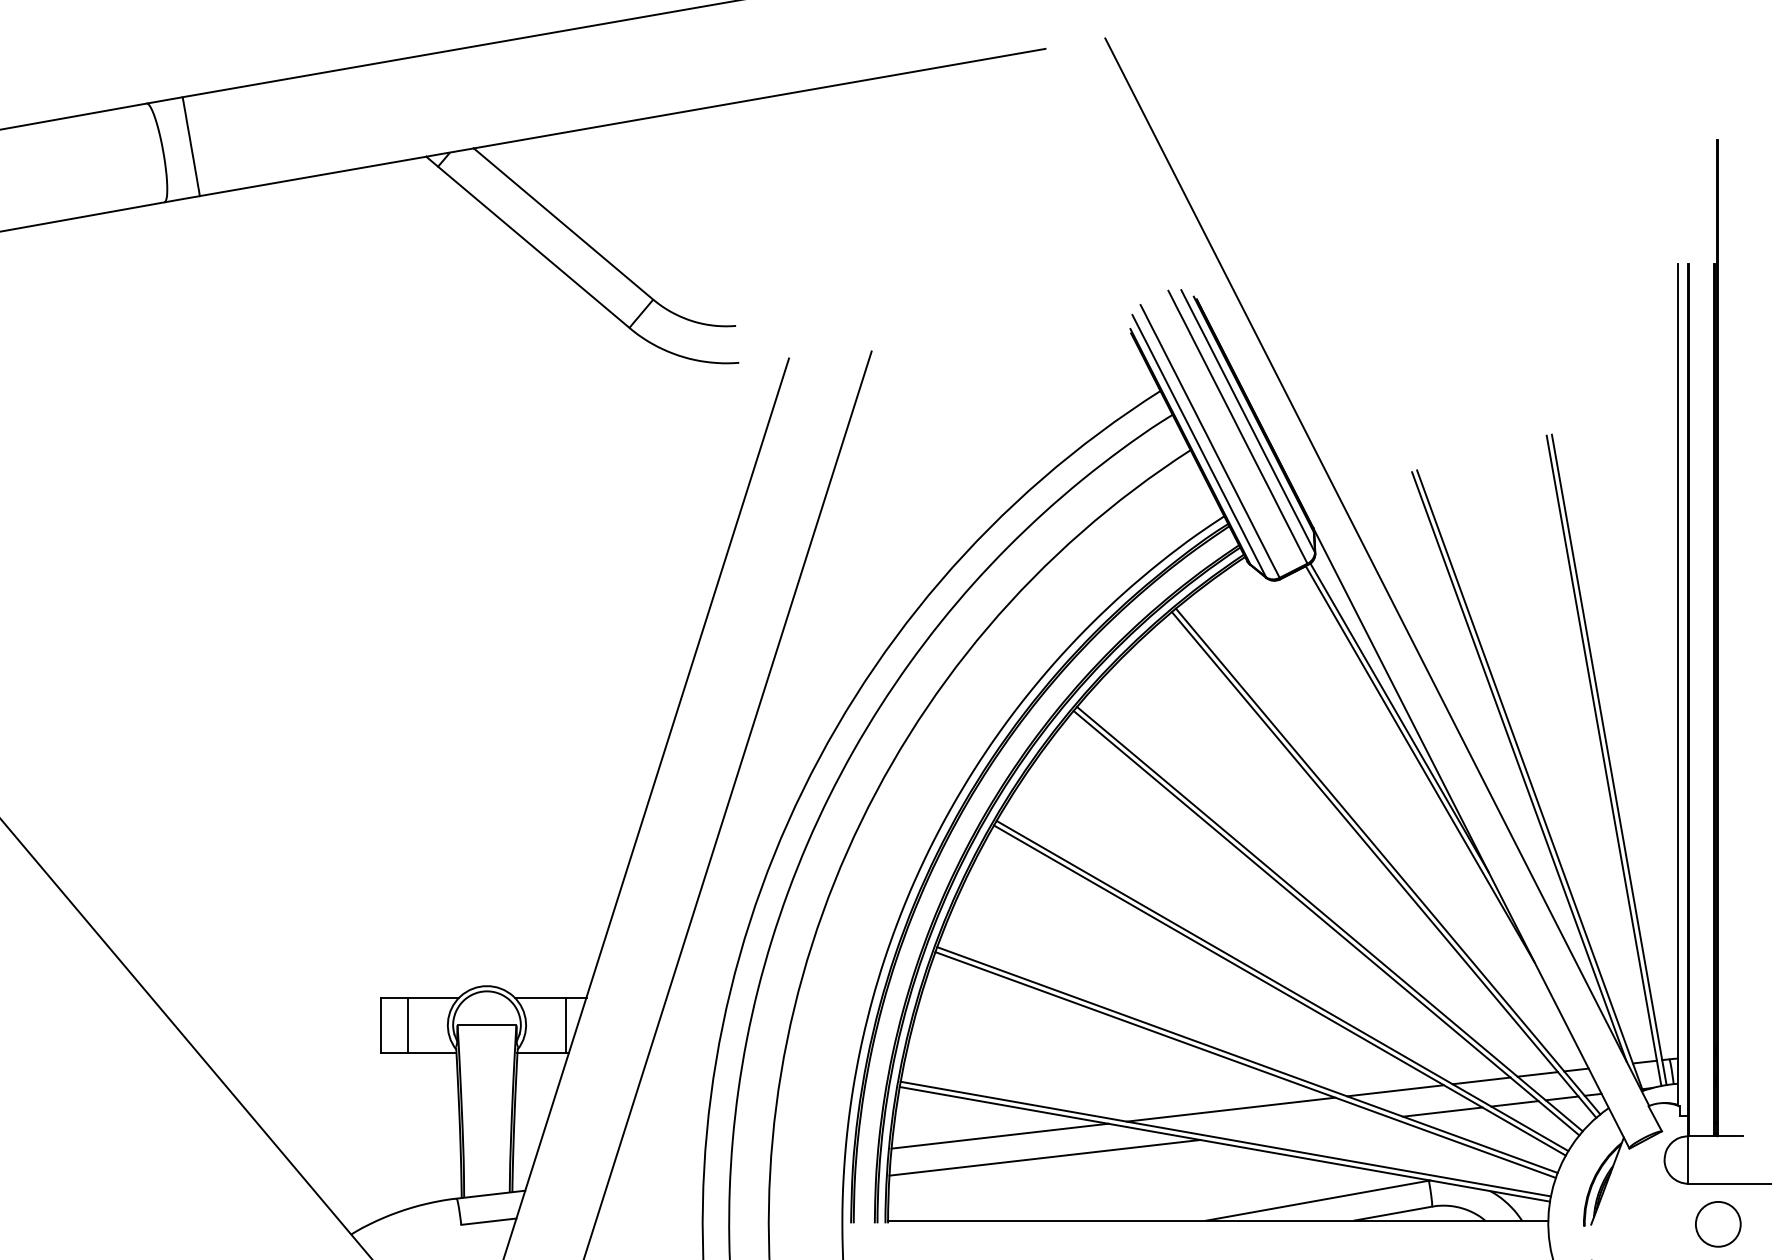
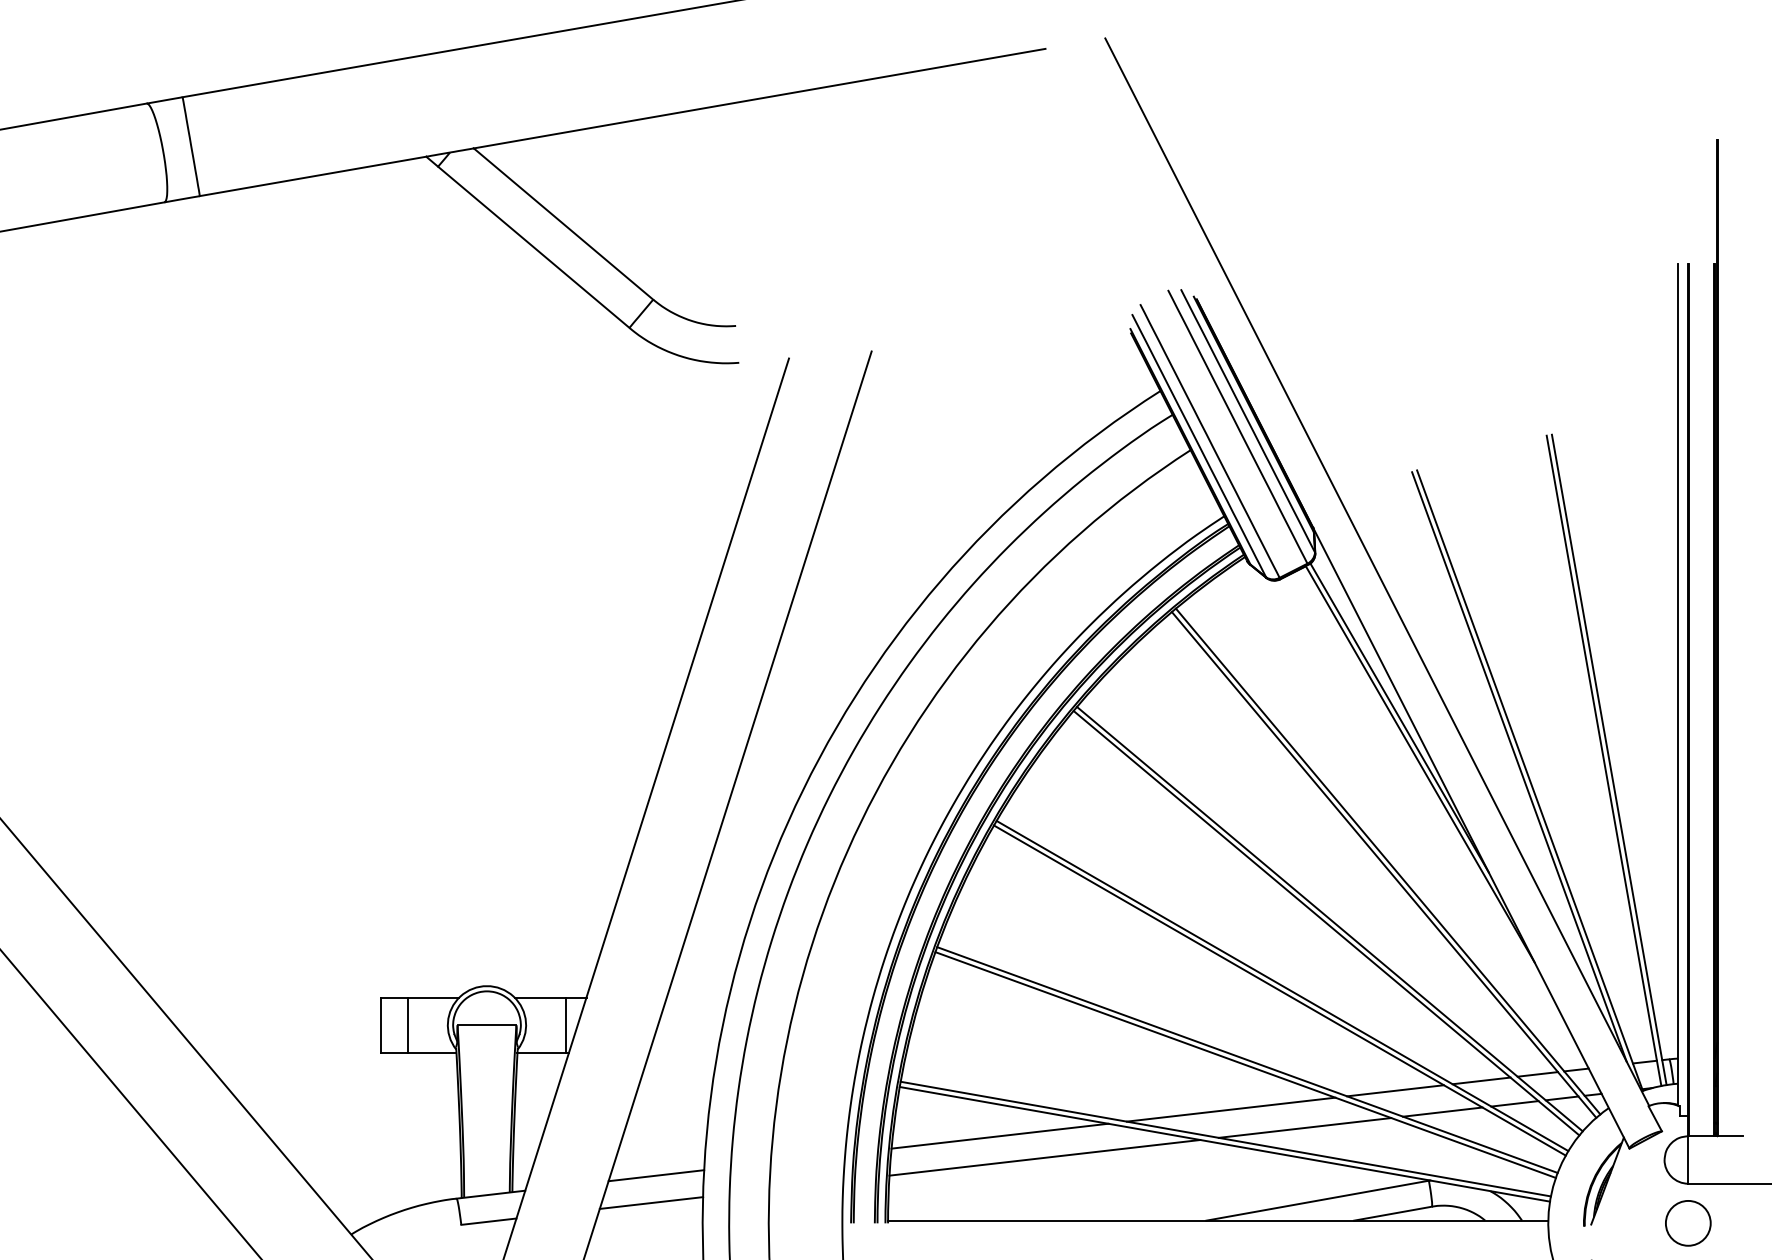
line at (130, 1103): none -> present
line at (1304, 1127): none -> present
line at (656, 1175): none -> present
line at (651, 1202): none -> present
circle at (1718, 1224) position: (1718, 1224) -> (1688, 1223)
